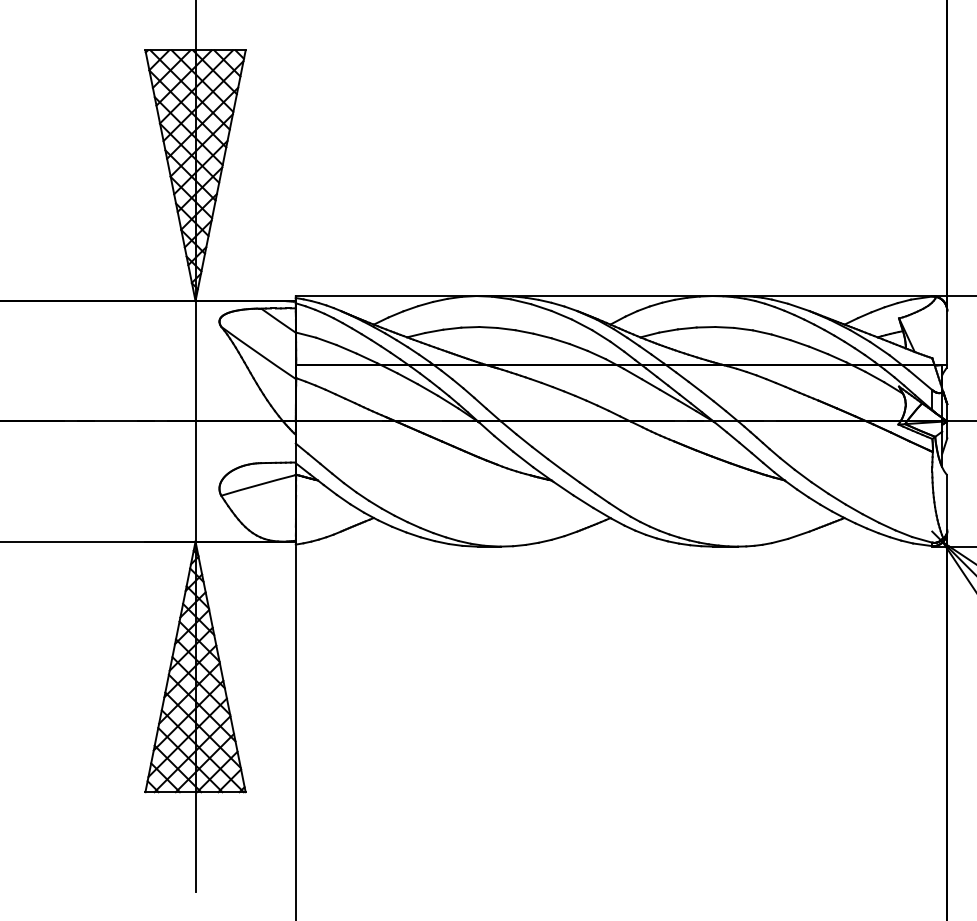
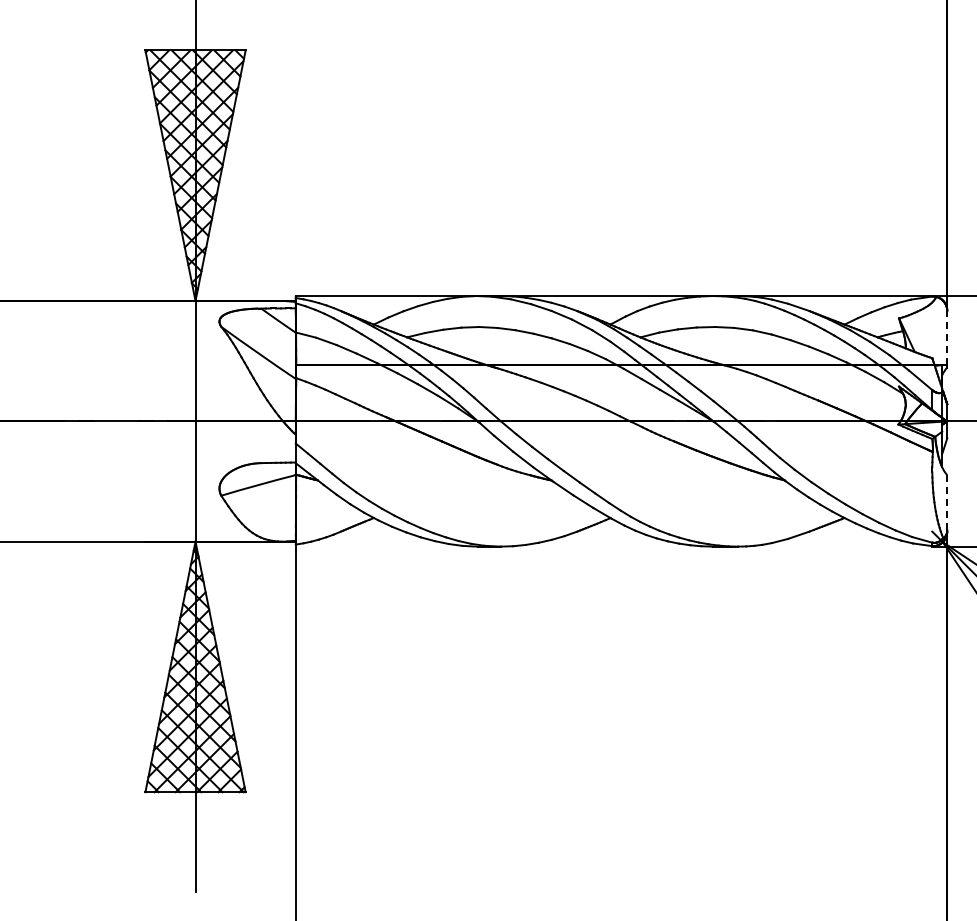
line at (947, 338): solid -> dashed
line at (947, 502): solid -> dashed
